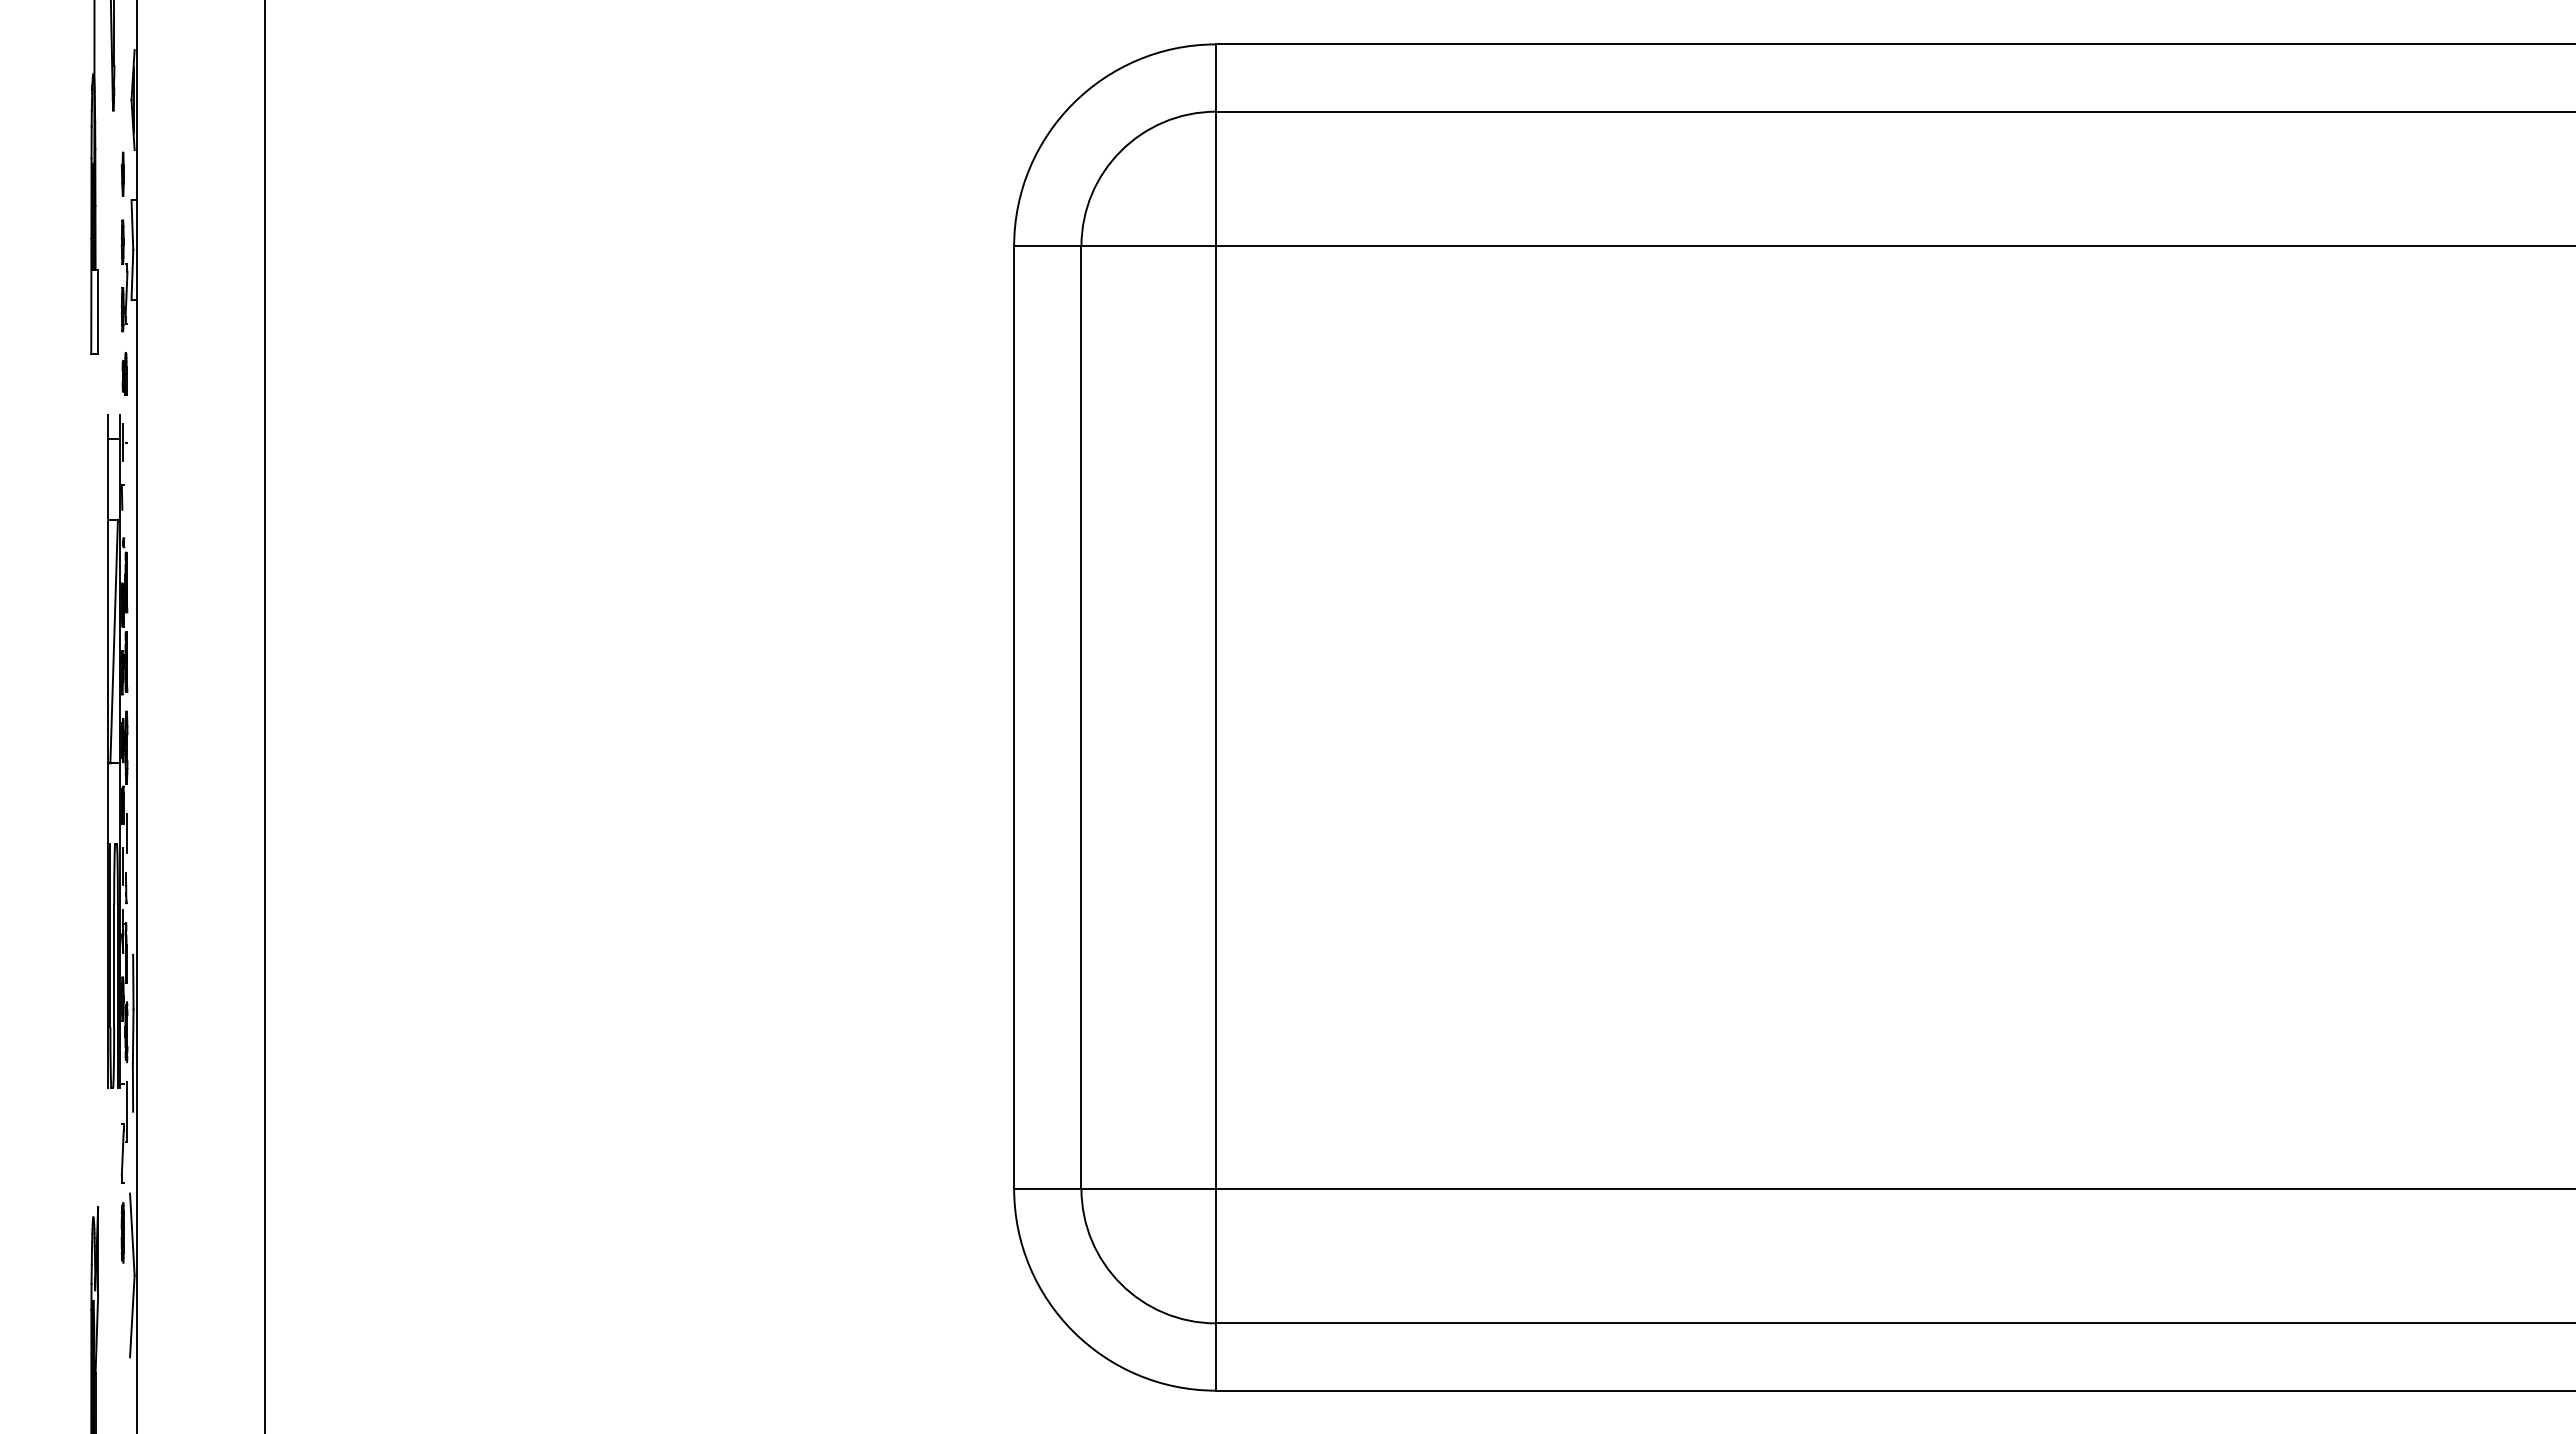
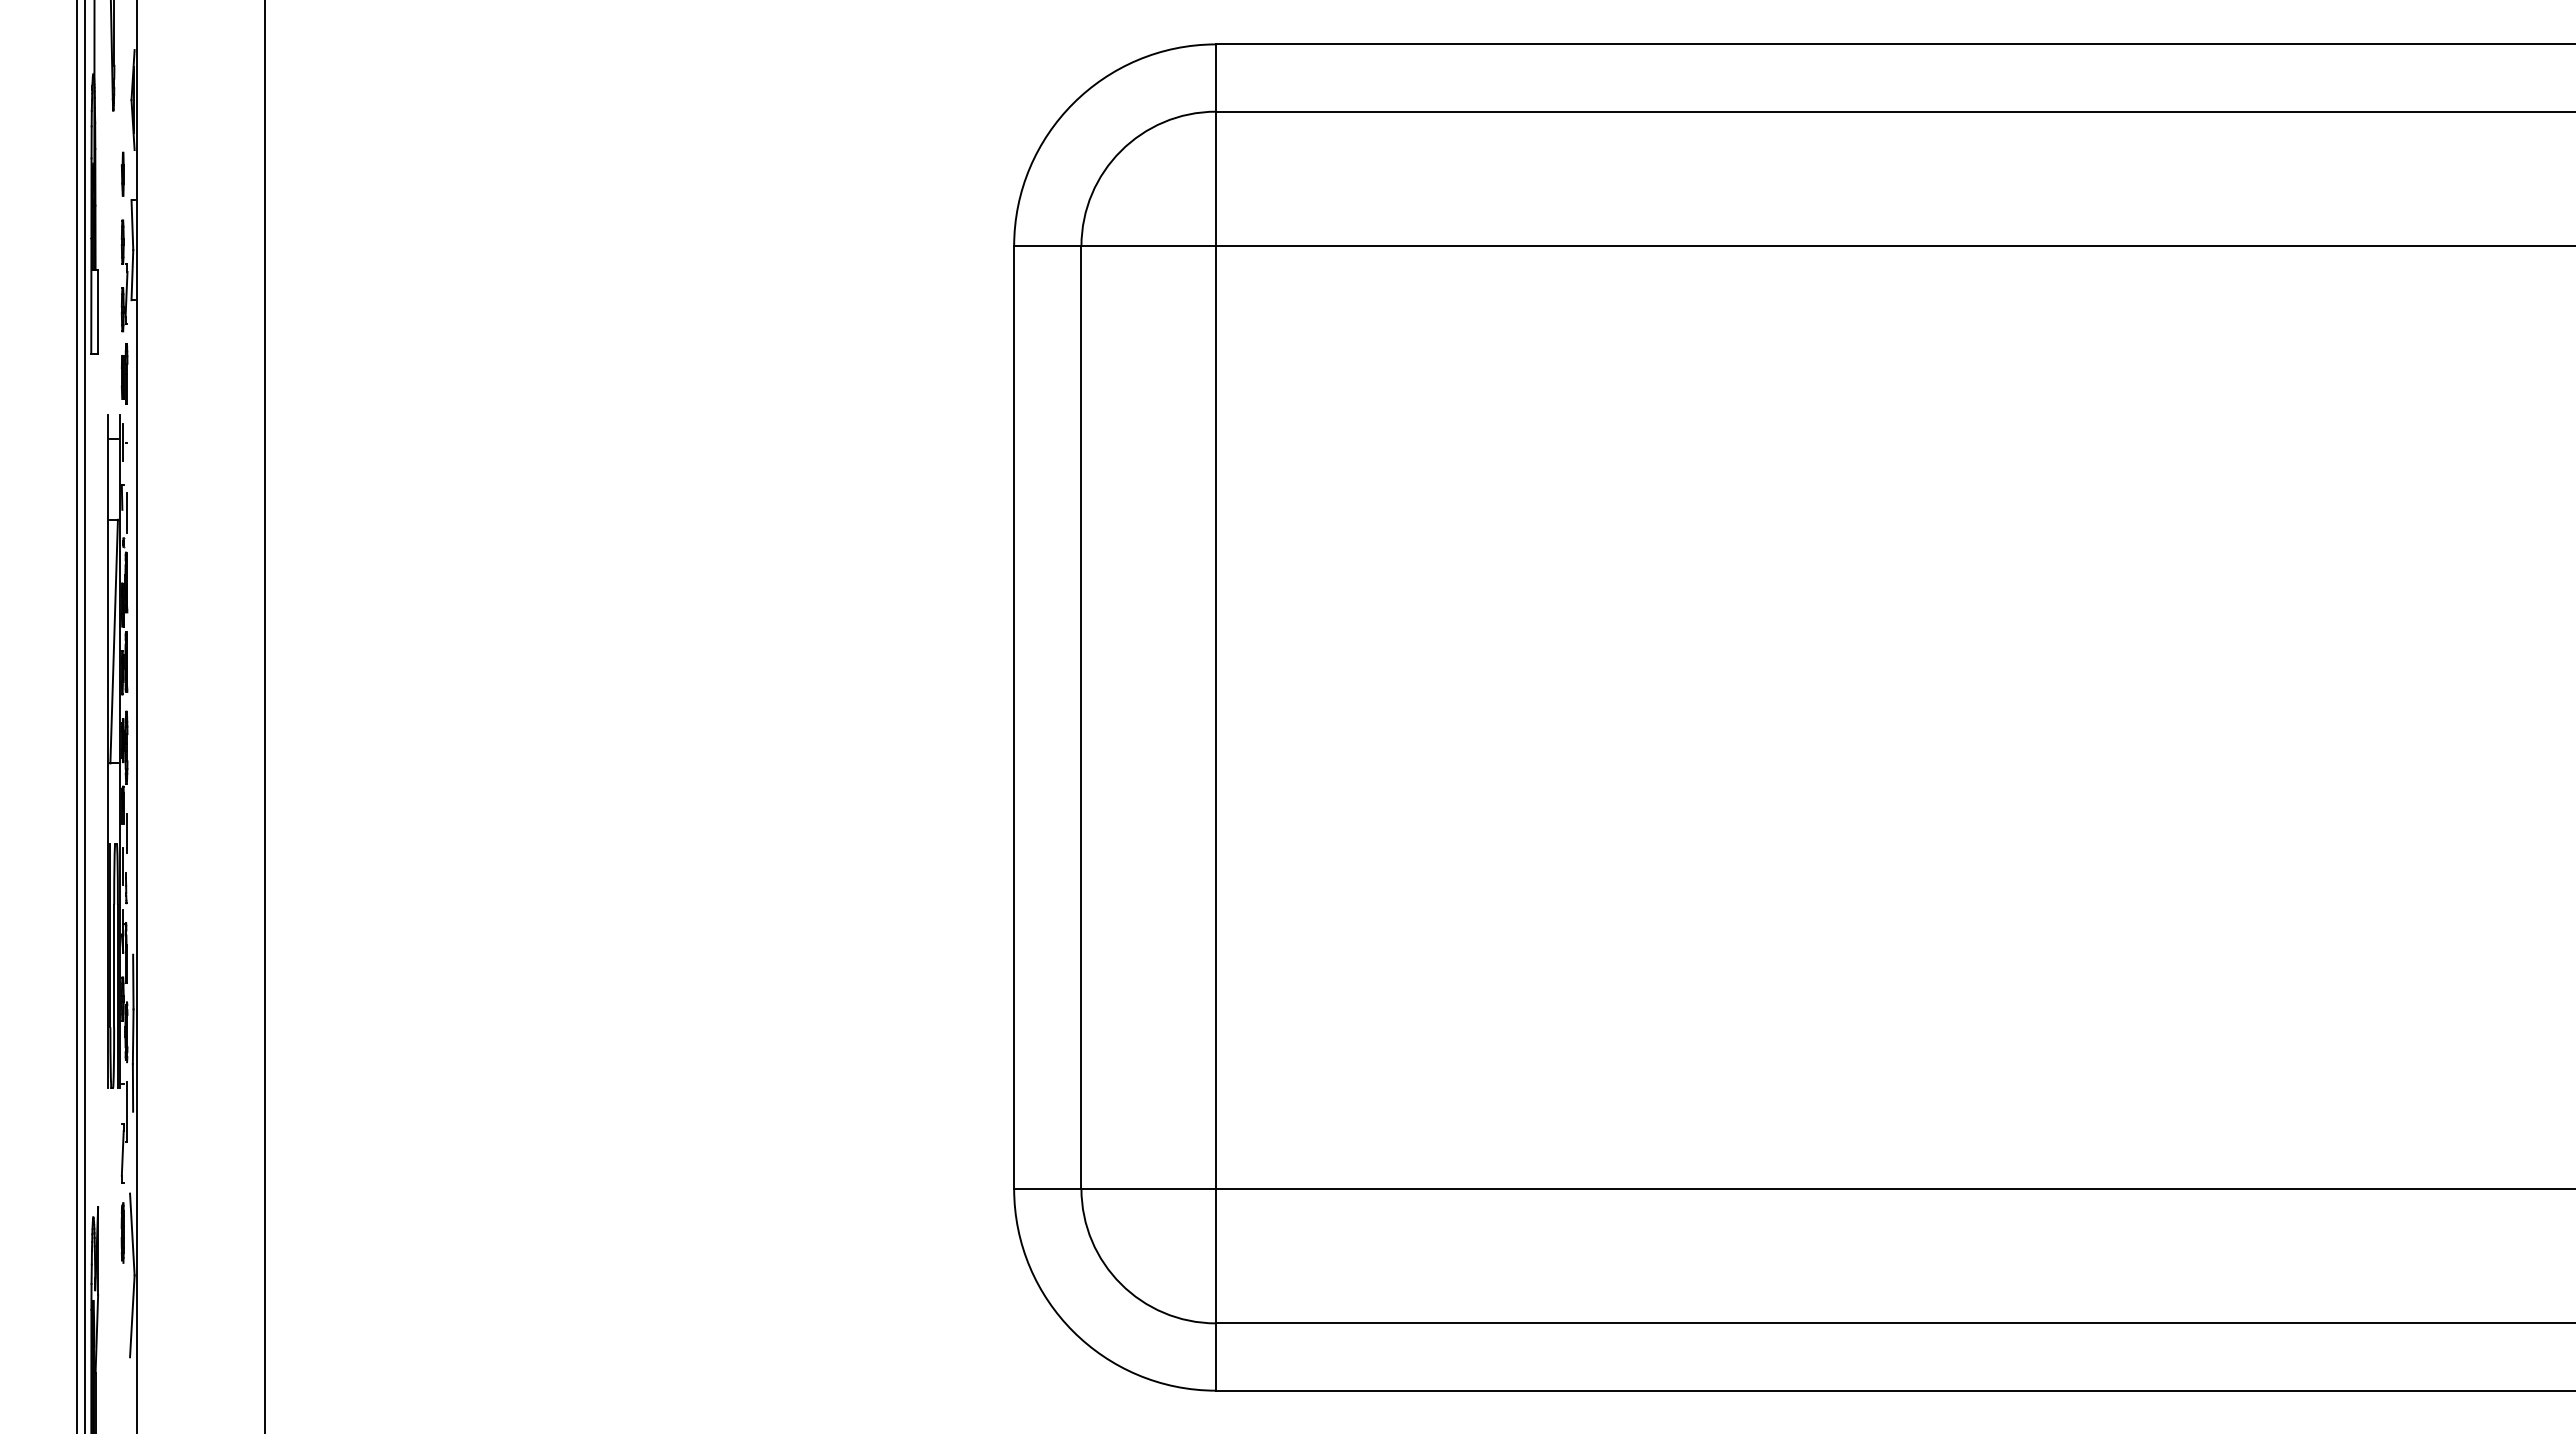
part at (124, 373) size: 7x44 px -> 9x62 px
line at (126, 512): none -> present
line at (77, 716): none -> present
line at (85, 716): none -> present
